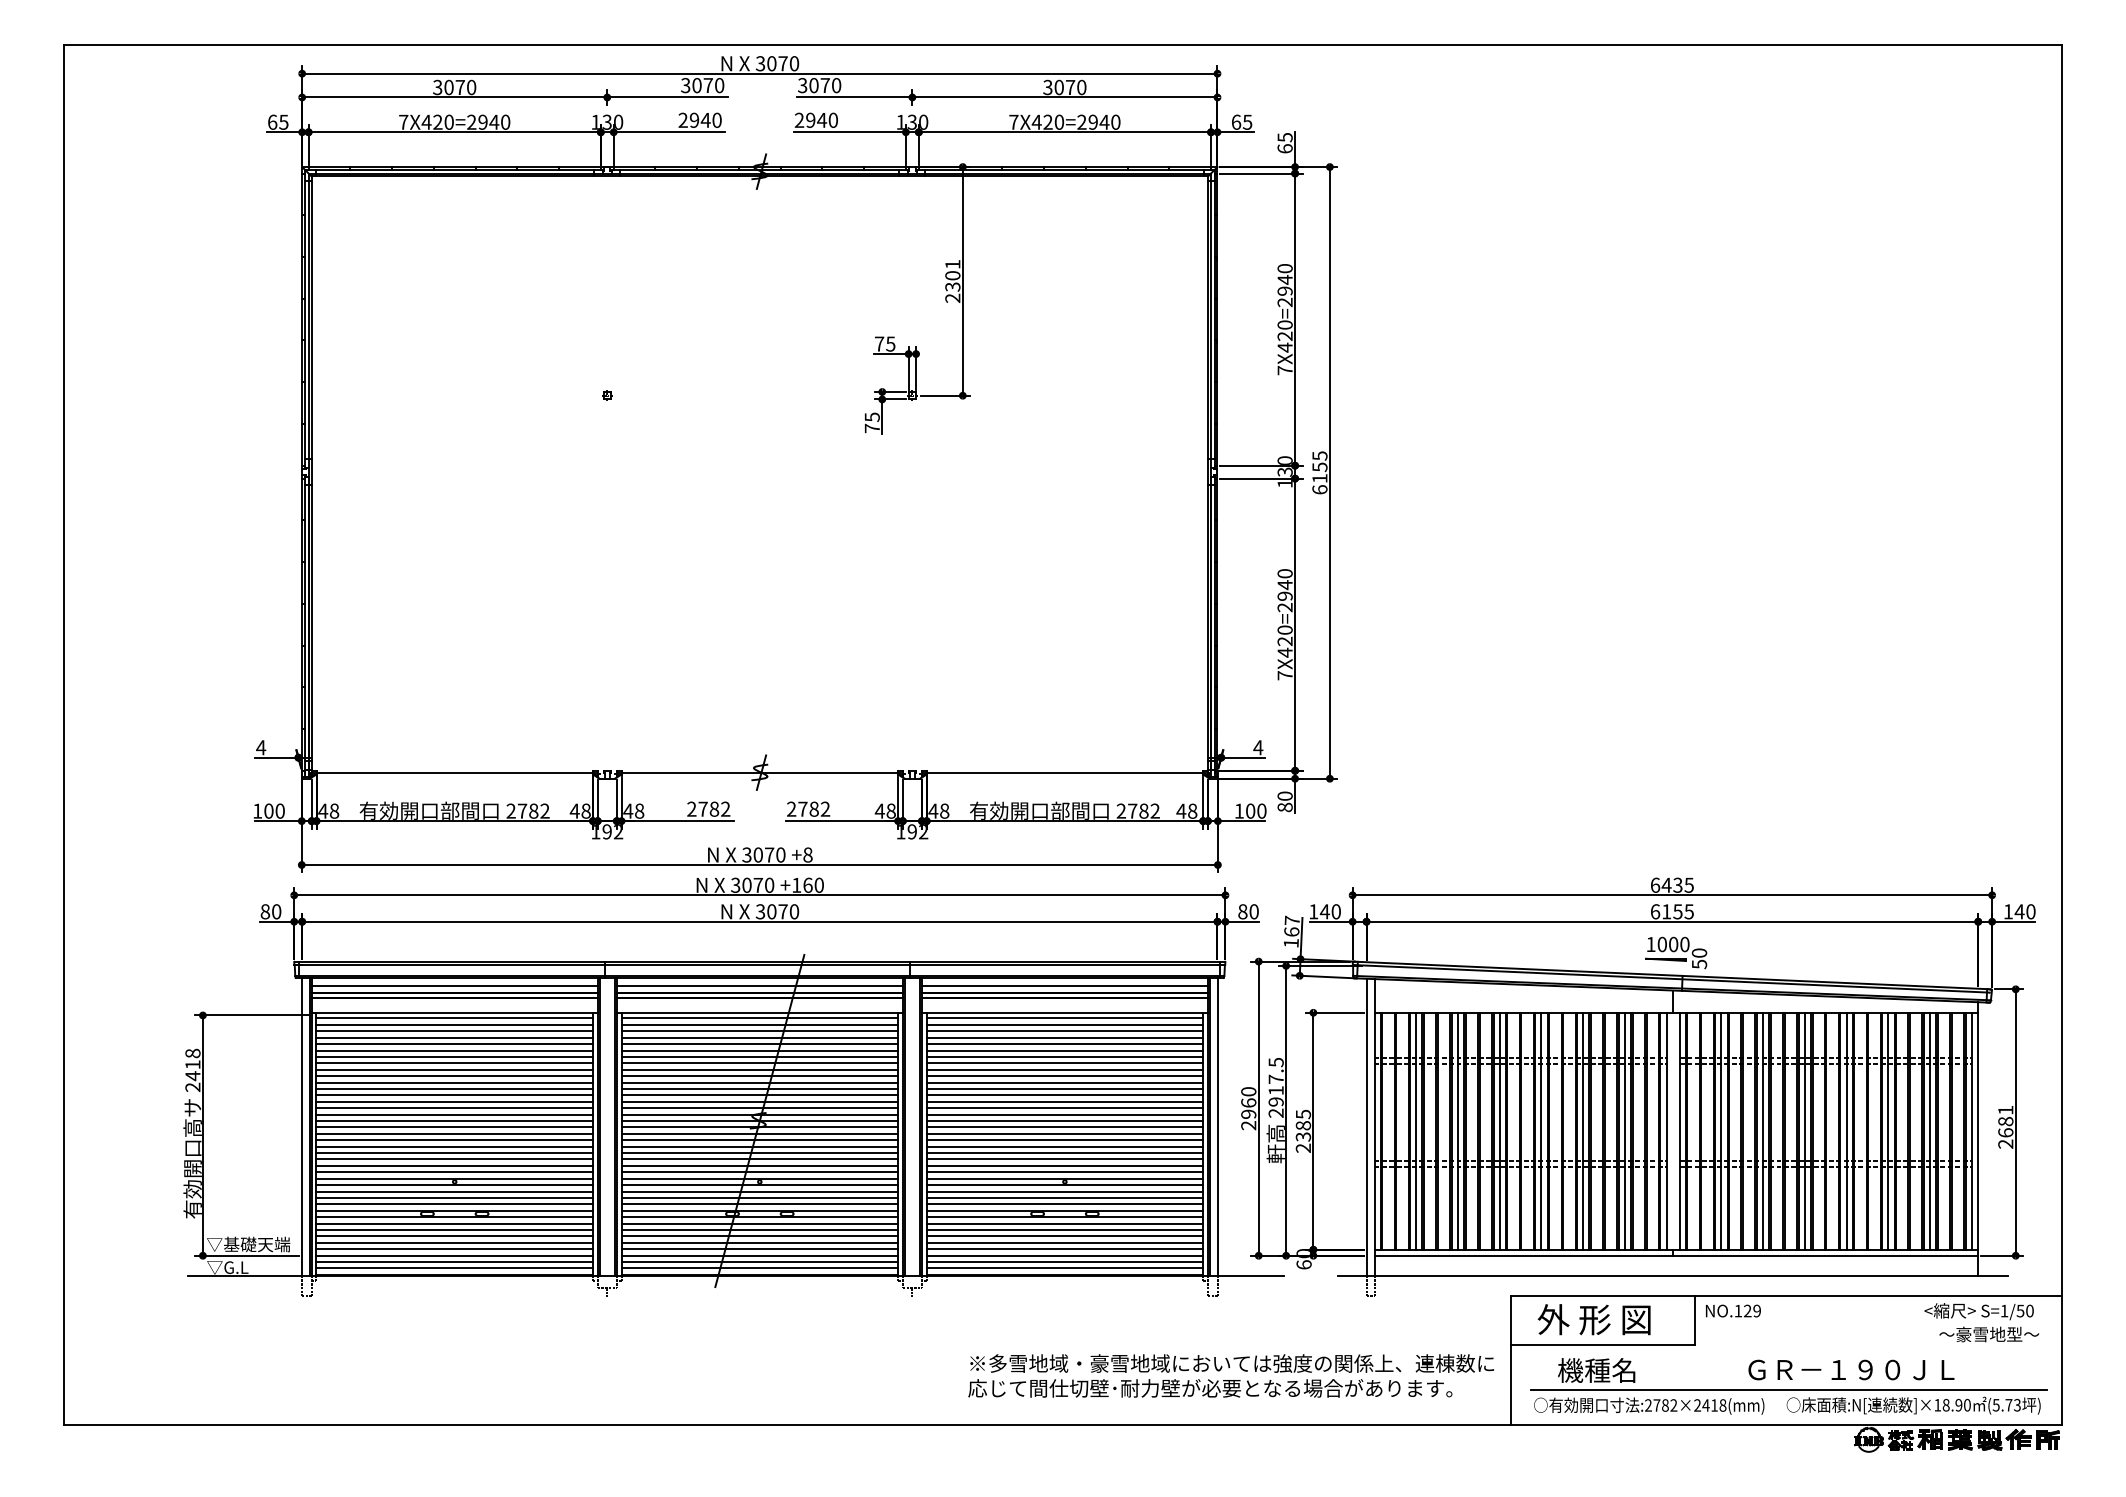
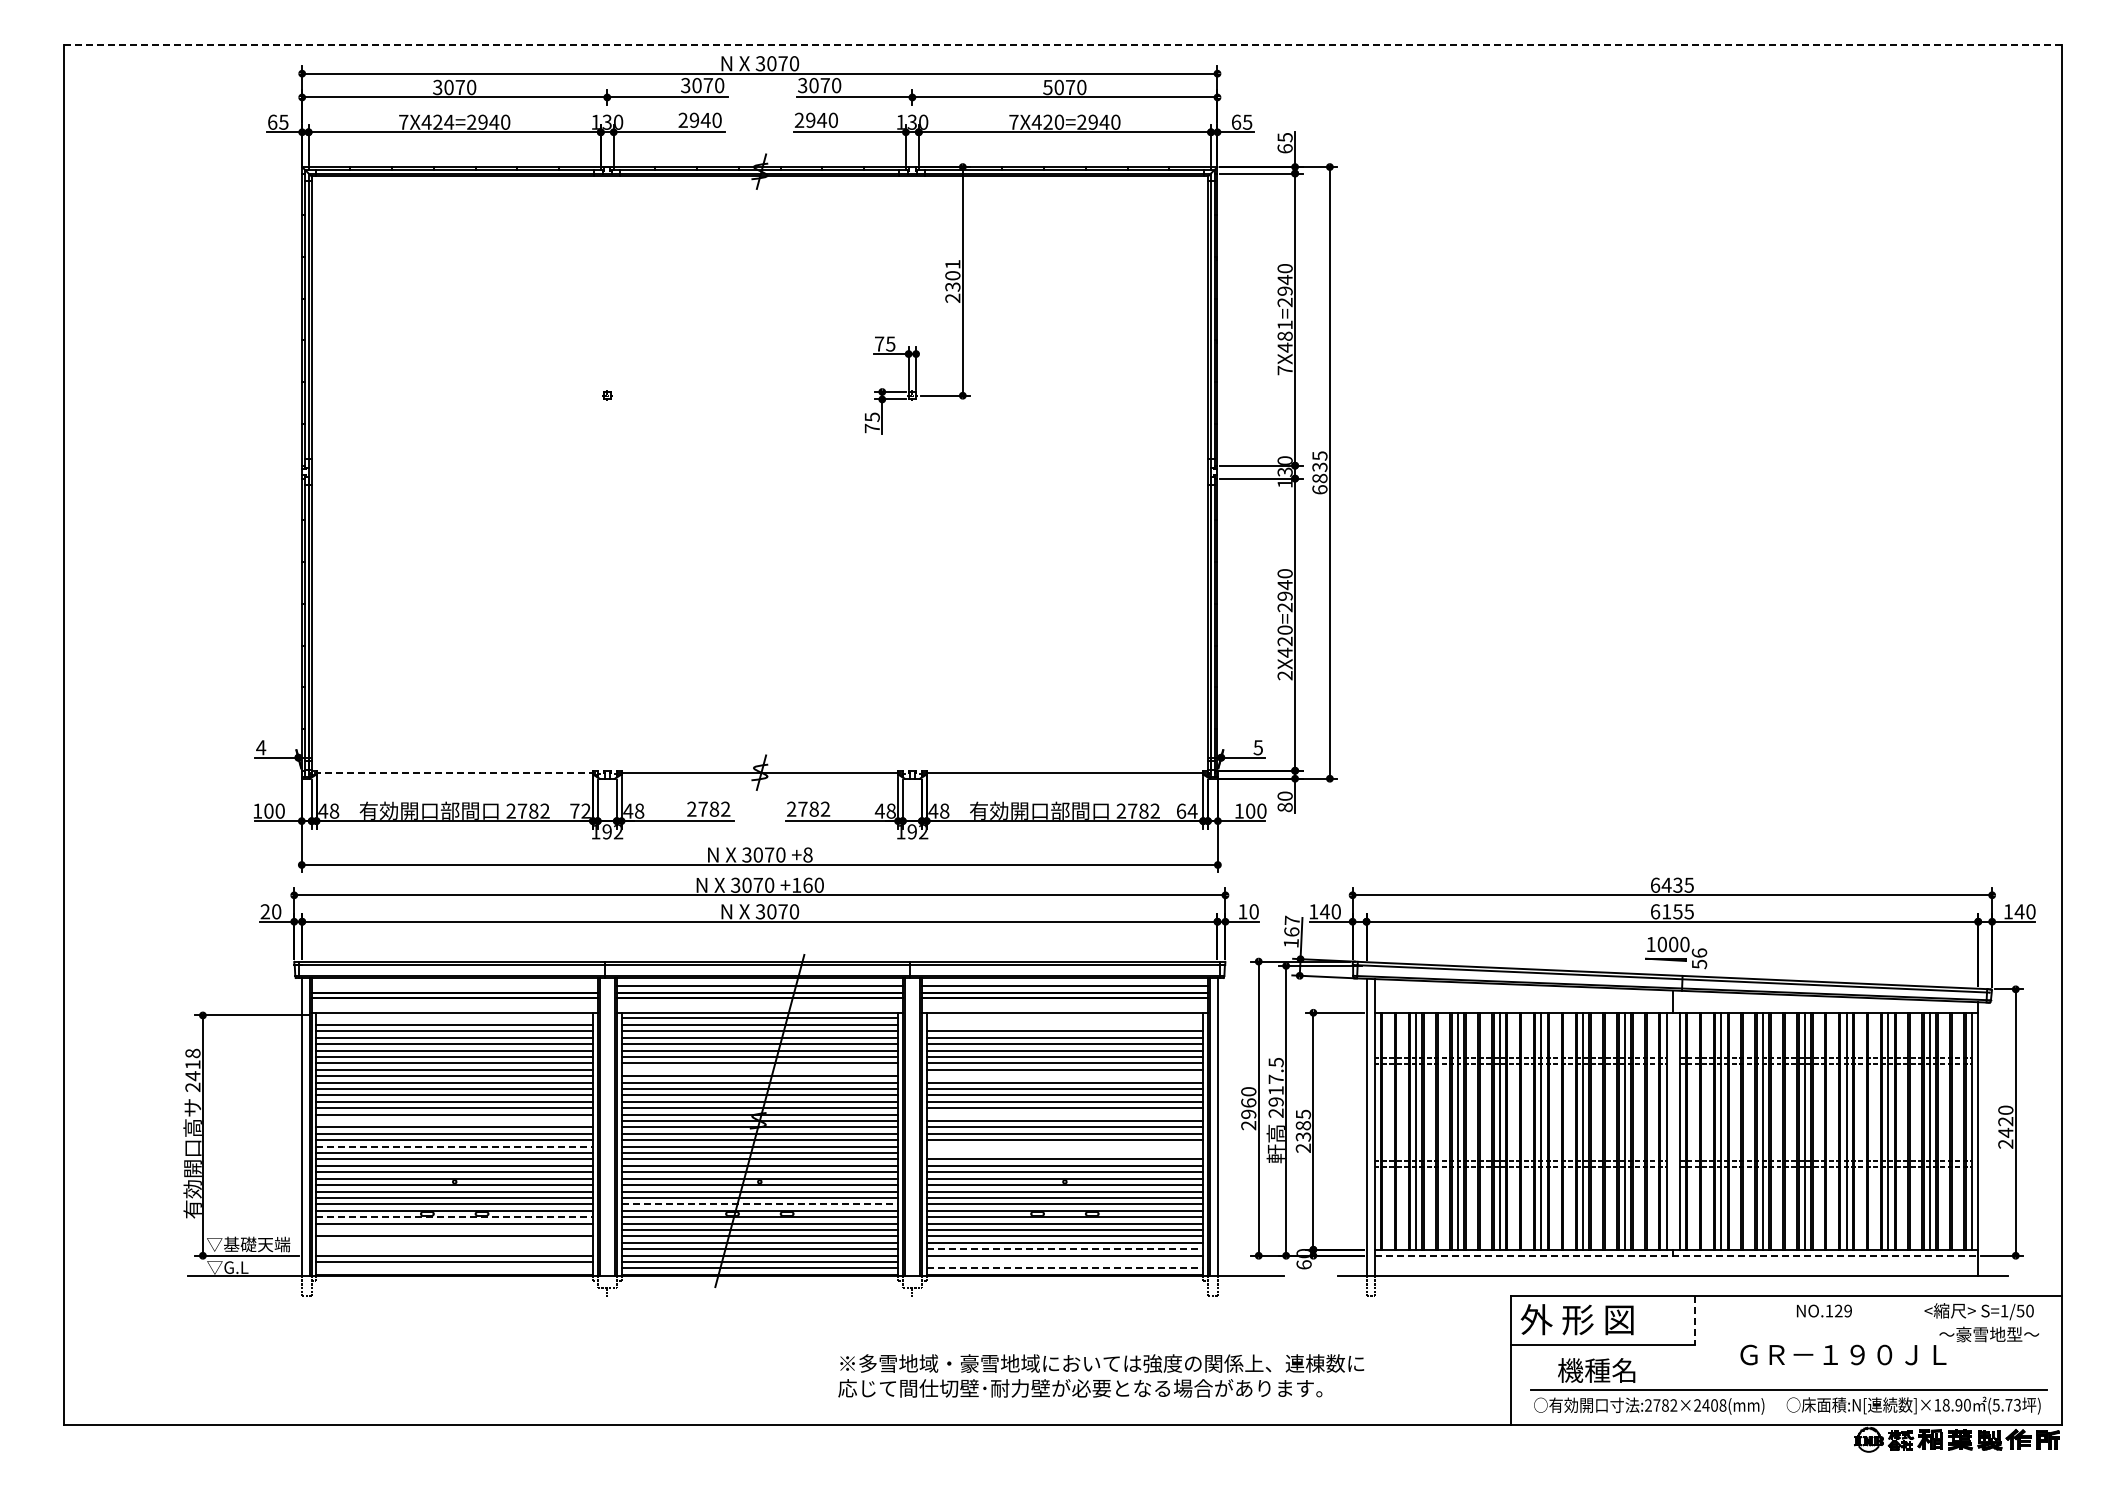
line at (1063, 45): solid -> dashed
text at (1047, 86): 3070 -> 5070
text at (449, 121): 7X420=2940 -> 7X424=2940
text at (1284, 330): 7X420=2940 -> 7X481=2940
text at (1319, 472): 6155 -> 6835
text at (1284, 675): 7X420=2940 -> 2X420=2940
text at (1258, 747): 4 -> 5
line at (454, 772): solid -> dashed
text at (579, 810): 48 -> 72
text at (1186, 810): 48 -> 64
text at (265, 911): 80 -> 20
text at (1242, 911): 80 -> 10
text at (1698, 952): 50 -> 56
line at (454, 986): present -> none
line at (454, 1018): present -> none
line at (1064, 1018): present -> none
line at (1064, 1024): present -> none
line at (759, 1069): present -> none
line at (1064, 1076): present -> none
line at (1064, 1114): present -> none
line at (454, 1121): present -> none
text at (2005, 1121): 2681 -> 2420
line at (455, 1146): solid -> dashed
line at (1064, 1146): present -> none
line at (1064, 1153): present -> none
line at (760, 1204): solid -> dashed
line at (455, 1217): solid -> dashed
line at (454, 1229): present -> none
line at (454, 1242): present -> none
line at (454, 1249): present -> none
line at (1065, 1249): solid -> dashed
line at (1676, 1255): solid -> dashed
line at (1064, 1262): present -> none
line at (454, 1268): present -> none
line at (1065, 1268): solid -> dashed
text at (1733, 1310) position: (1733, 1310) -> (1824, 1310)
text at (1593, 1319) position: (1593, 1319) -> (1576, 1319)
line at (1694, 1320): solid -> dashed
text at (1851, 1369) position: (1851, 1369) -> (1843, 1354)
text at (1231, 1375) position: (1231, 1375) -> (1101, 1375)
text at (1714, 1405): :2782×2418(mm) -> :2782×2408(mm)
